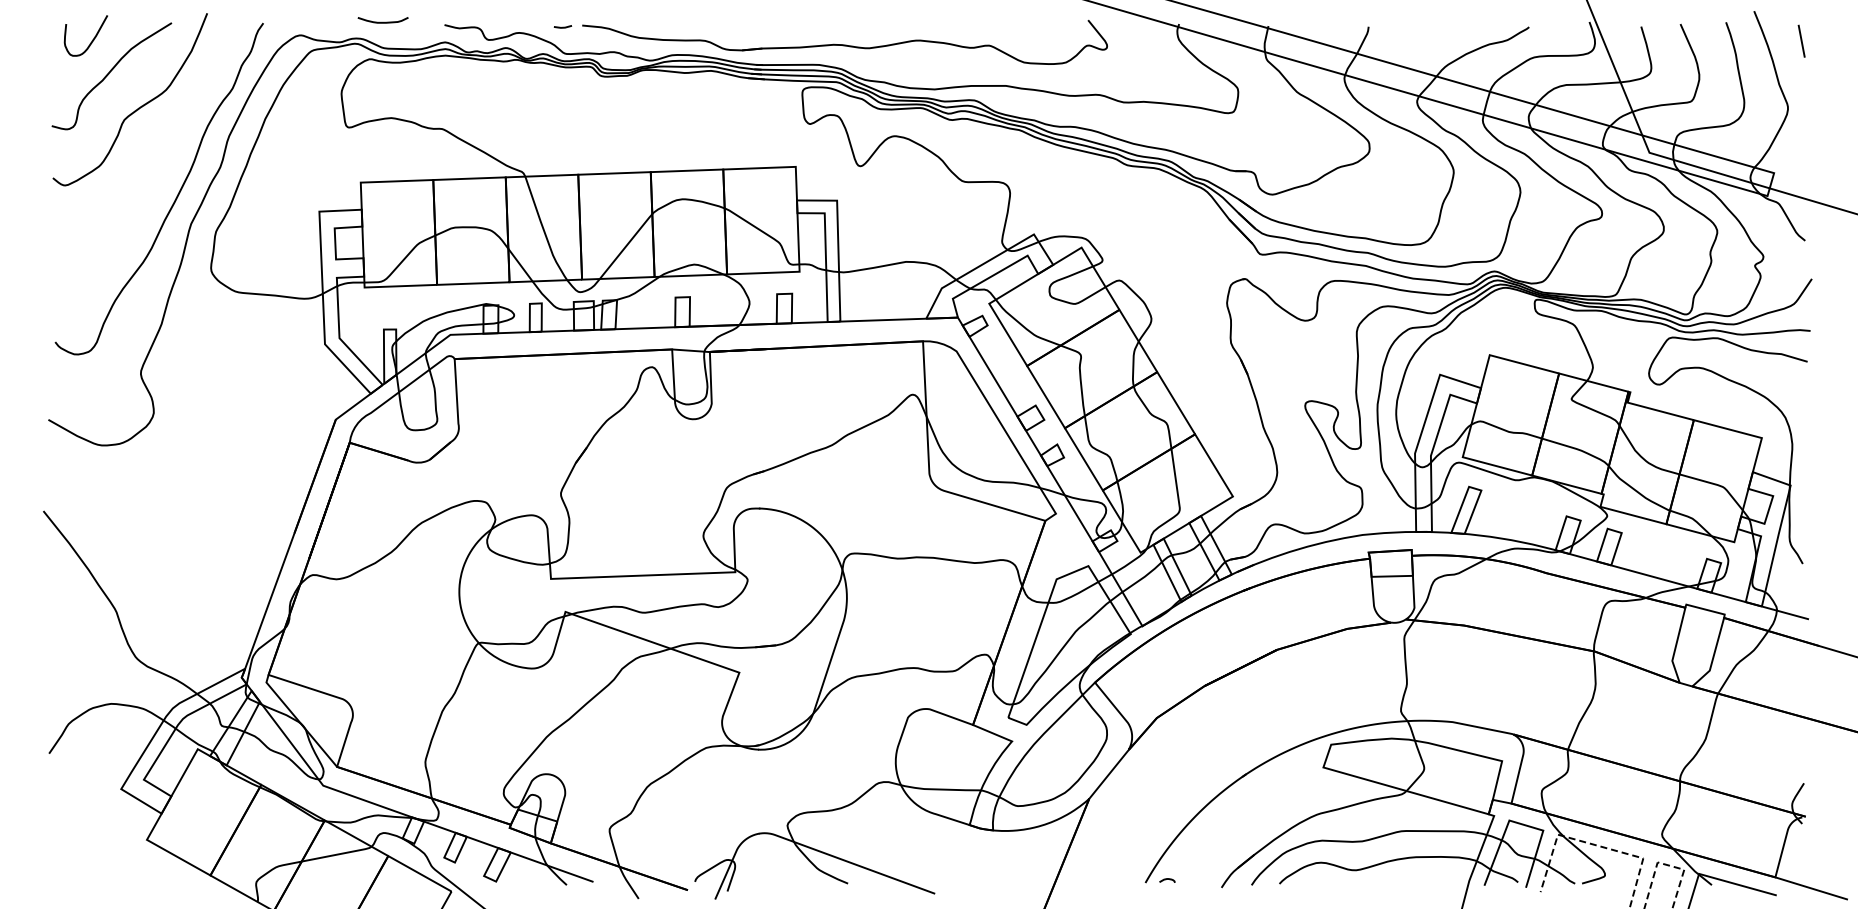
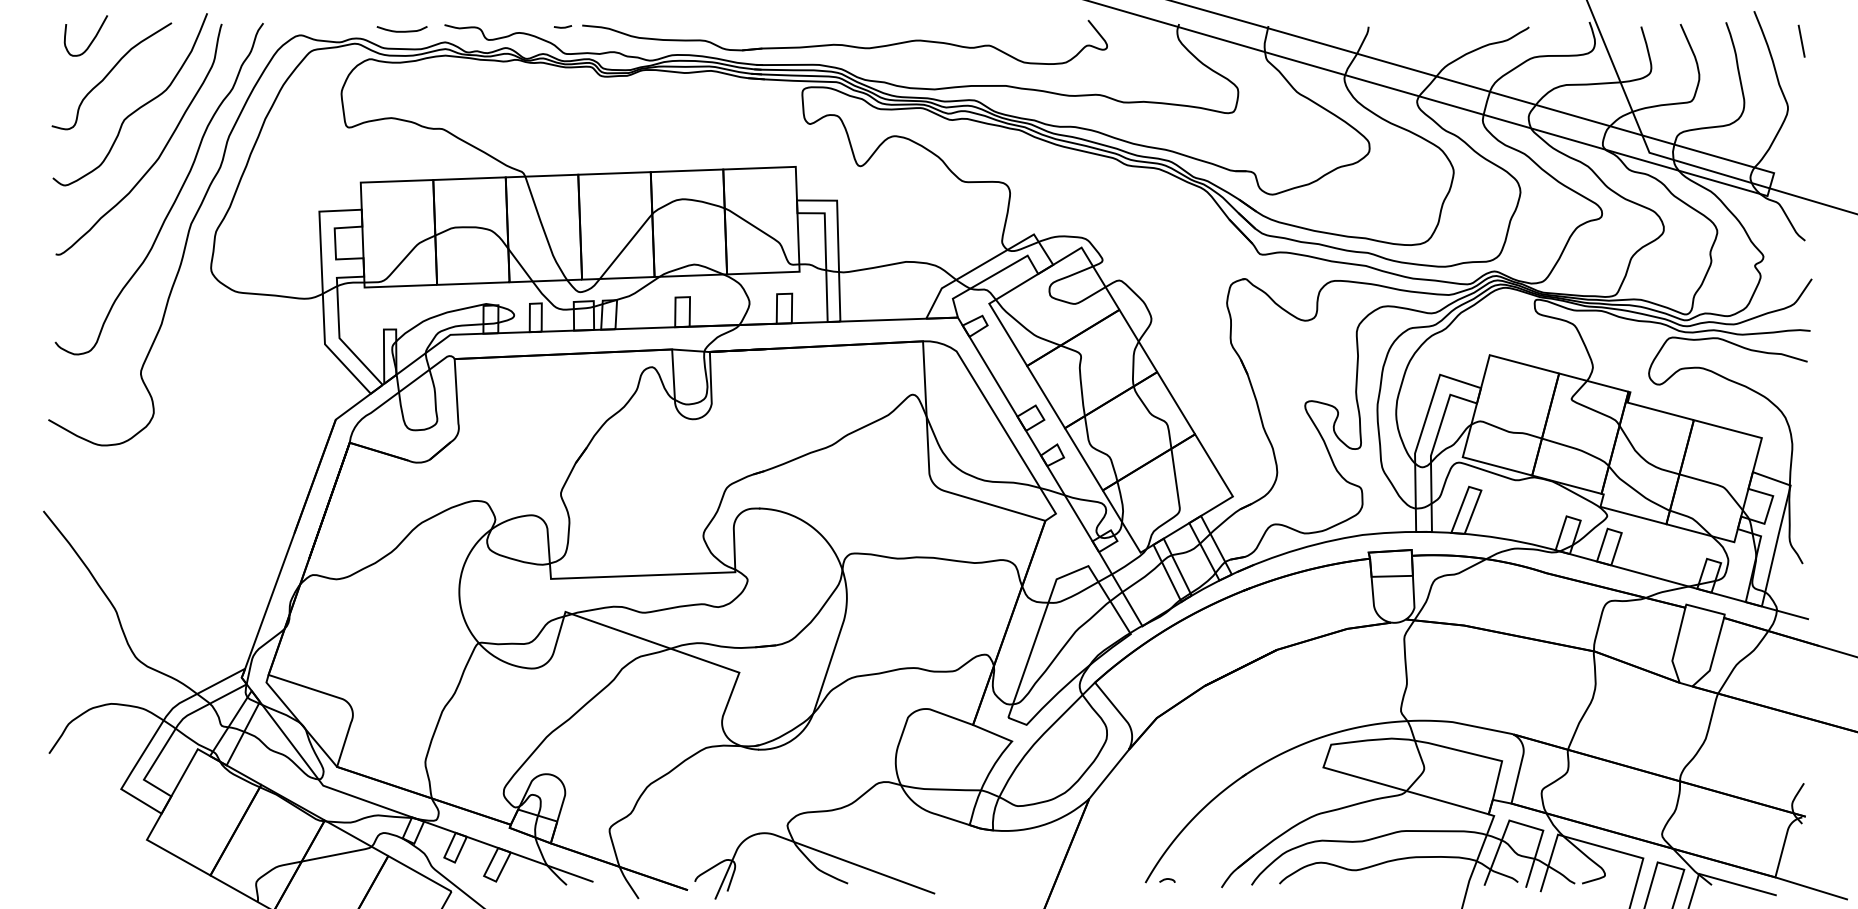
curve at (382, 21) position: (382, 21) -> (401, 30)
curve at (159, 154): none -> present
line at (1596, 845): dashed -> solid
line at (1667, 865): dashed -> solid
